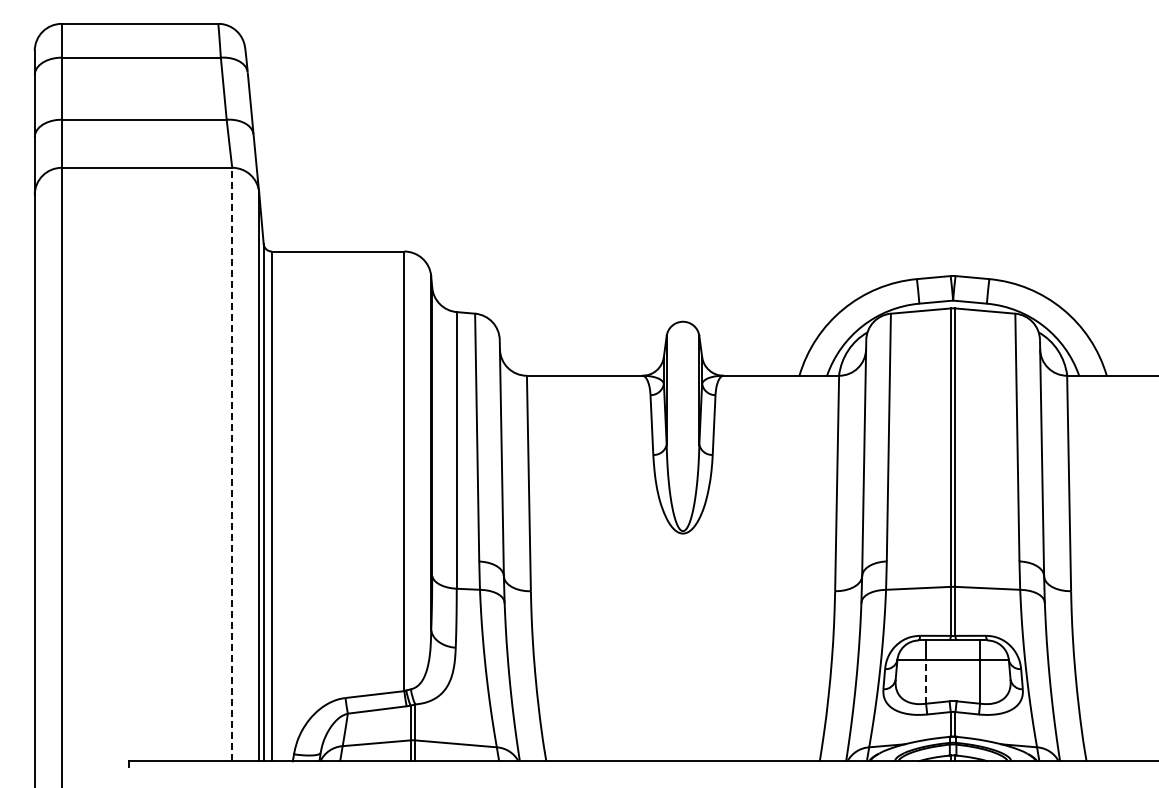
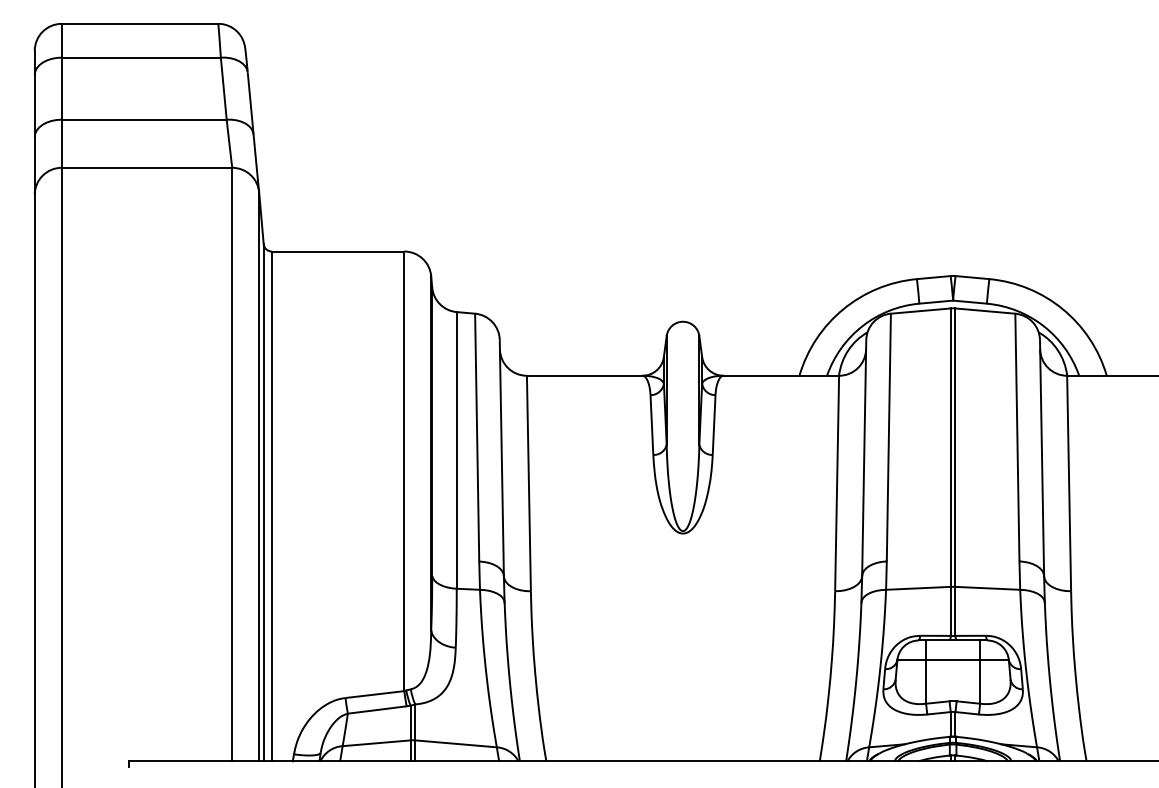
line at (232, 464): dashed -> solid
line at (926, 681): dashed -> solid
